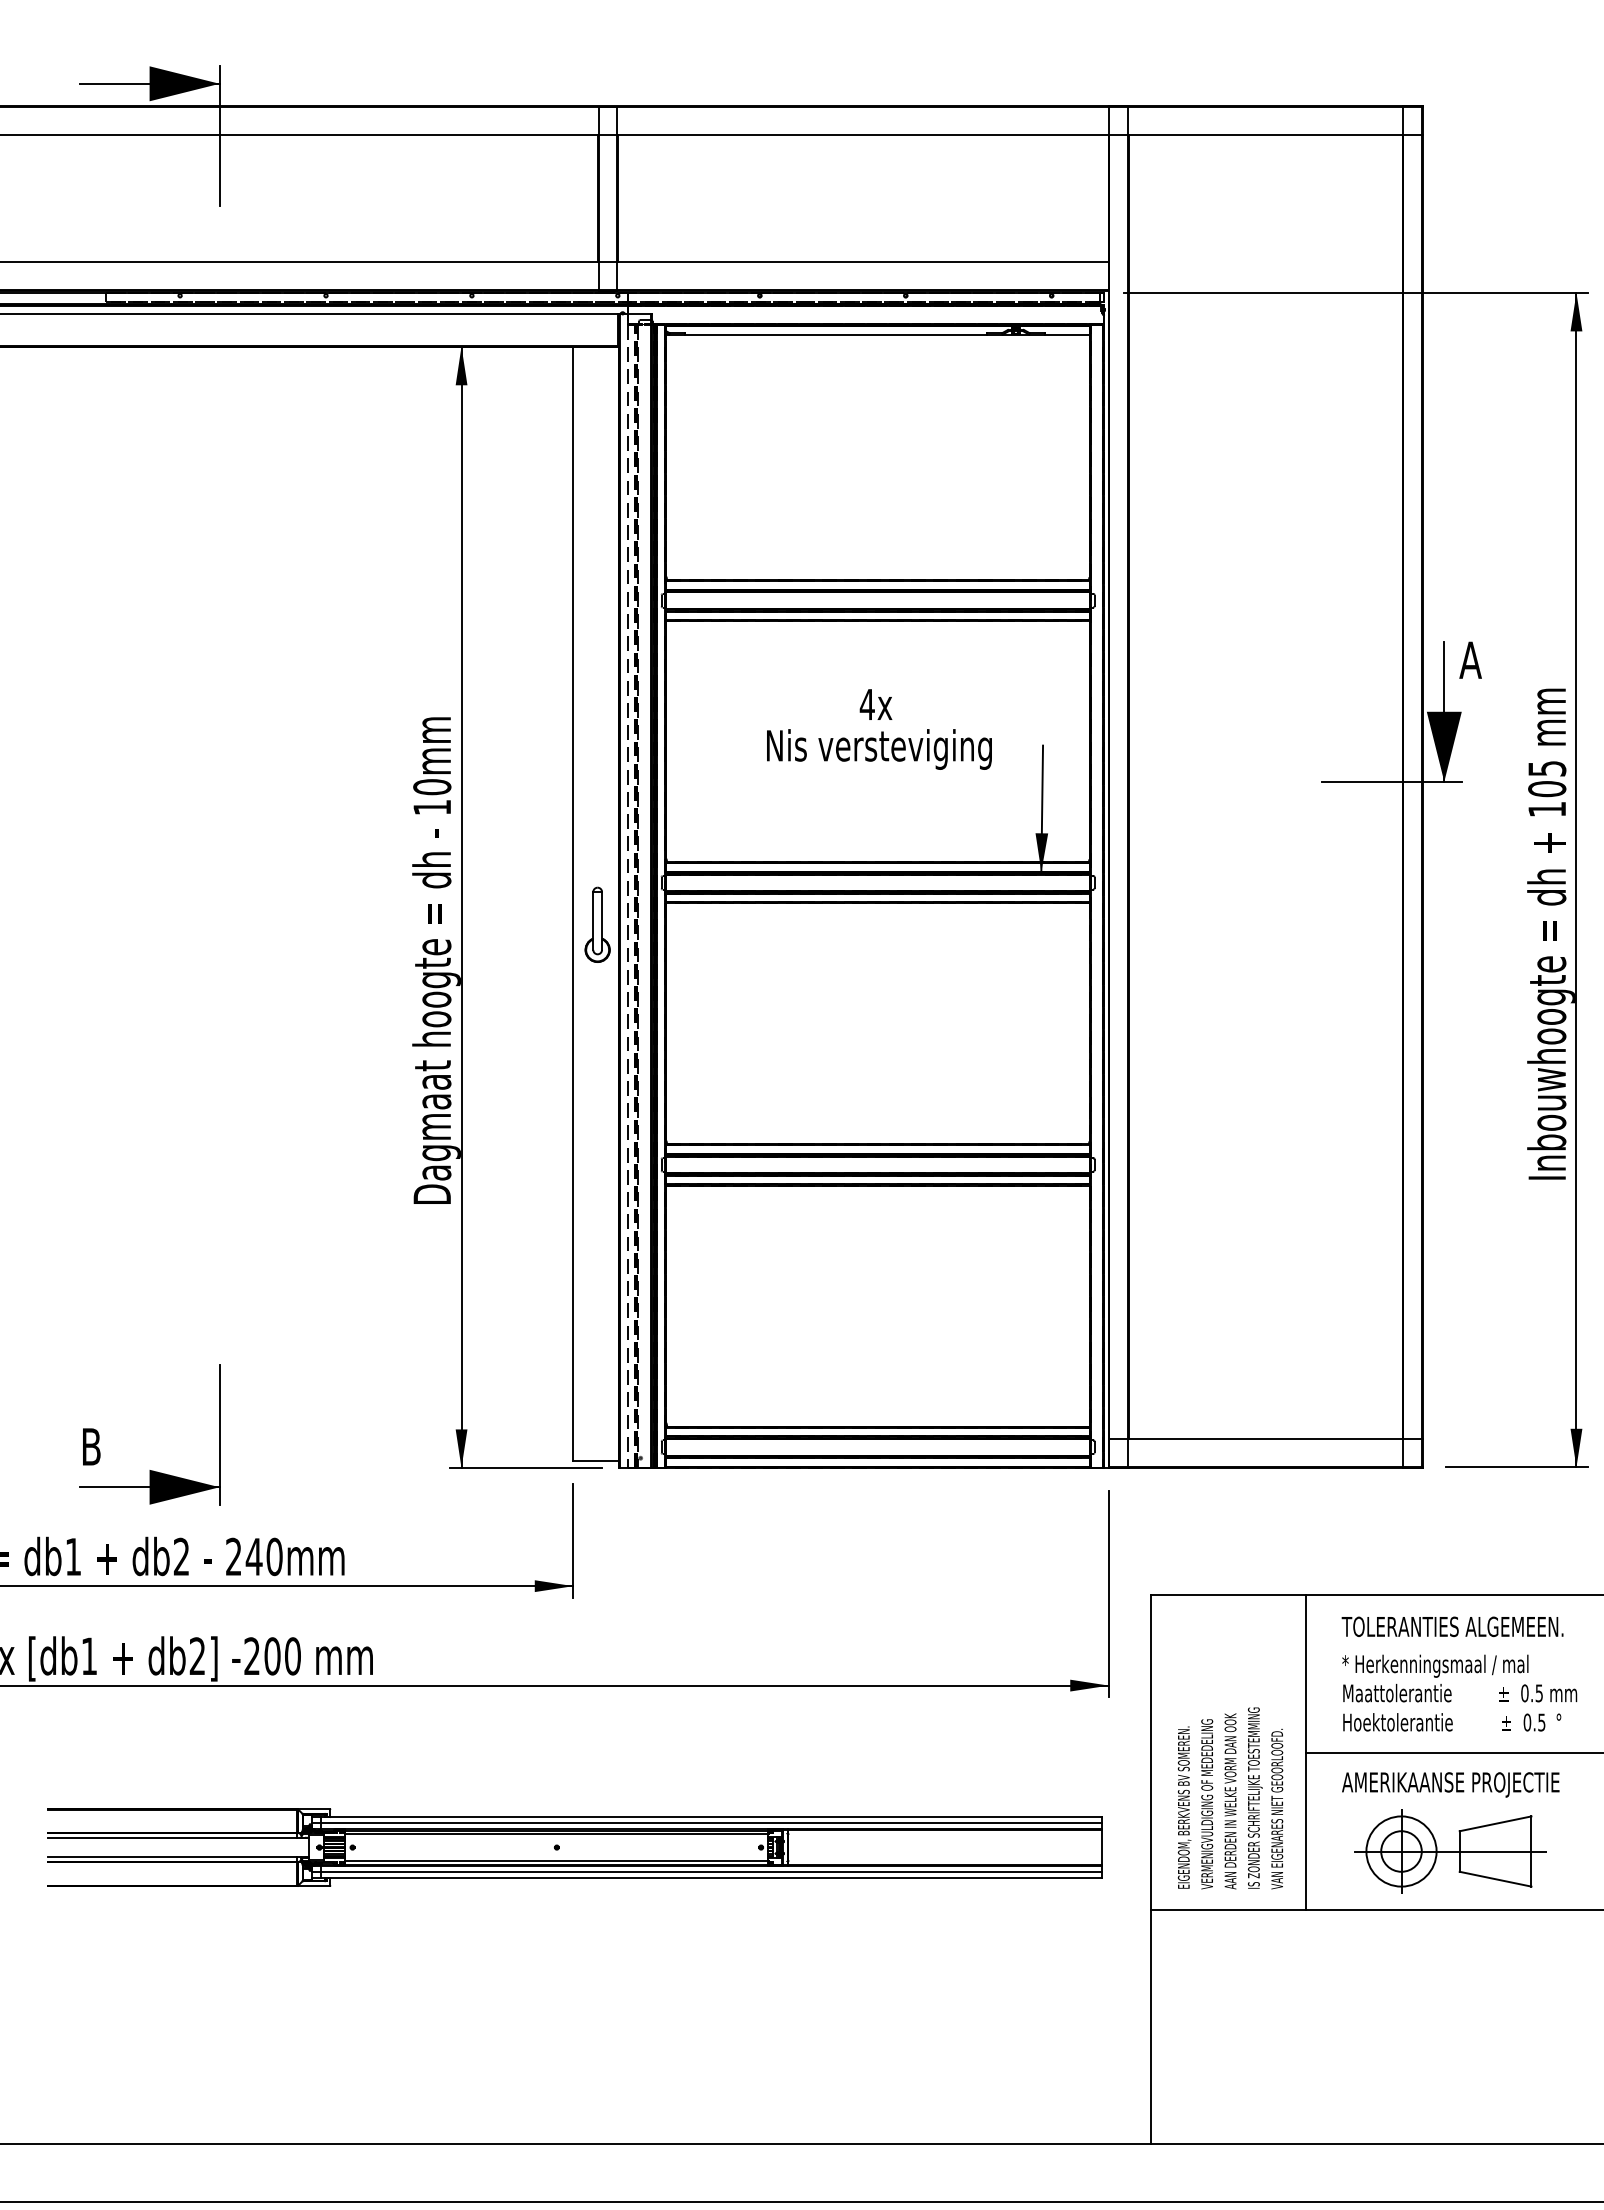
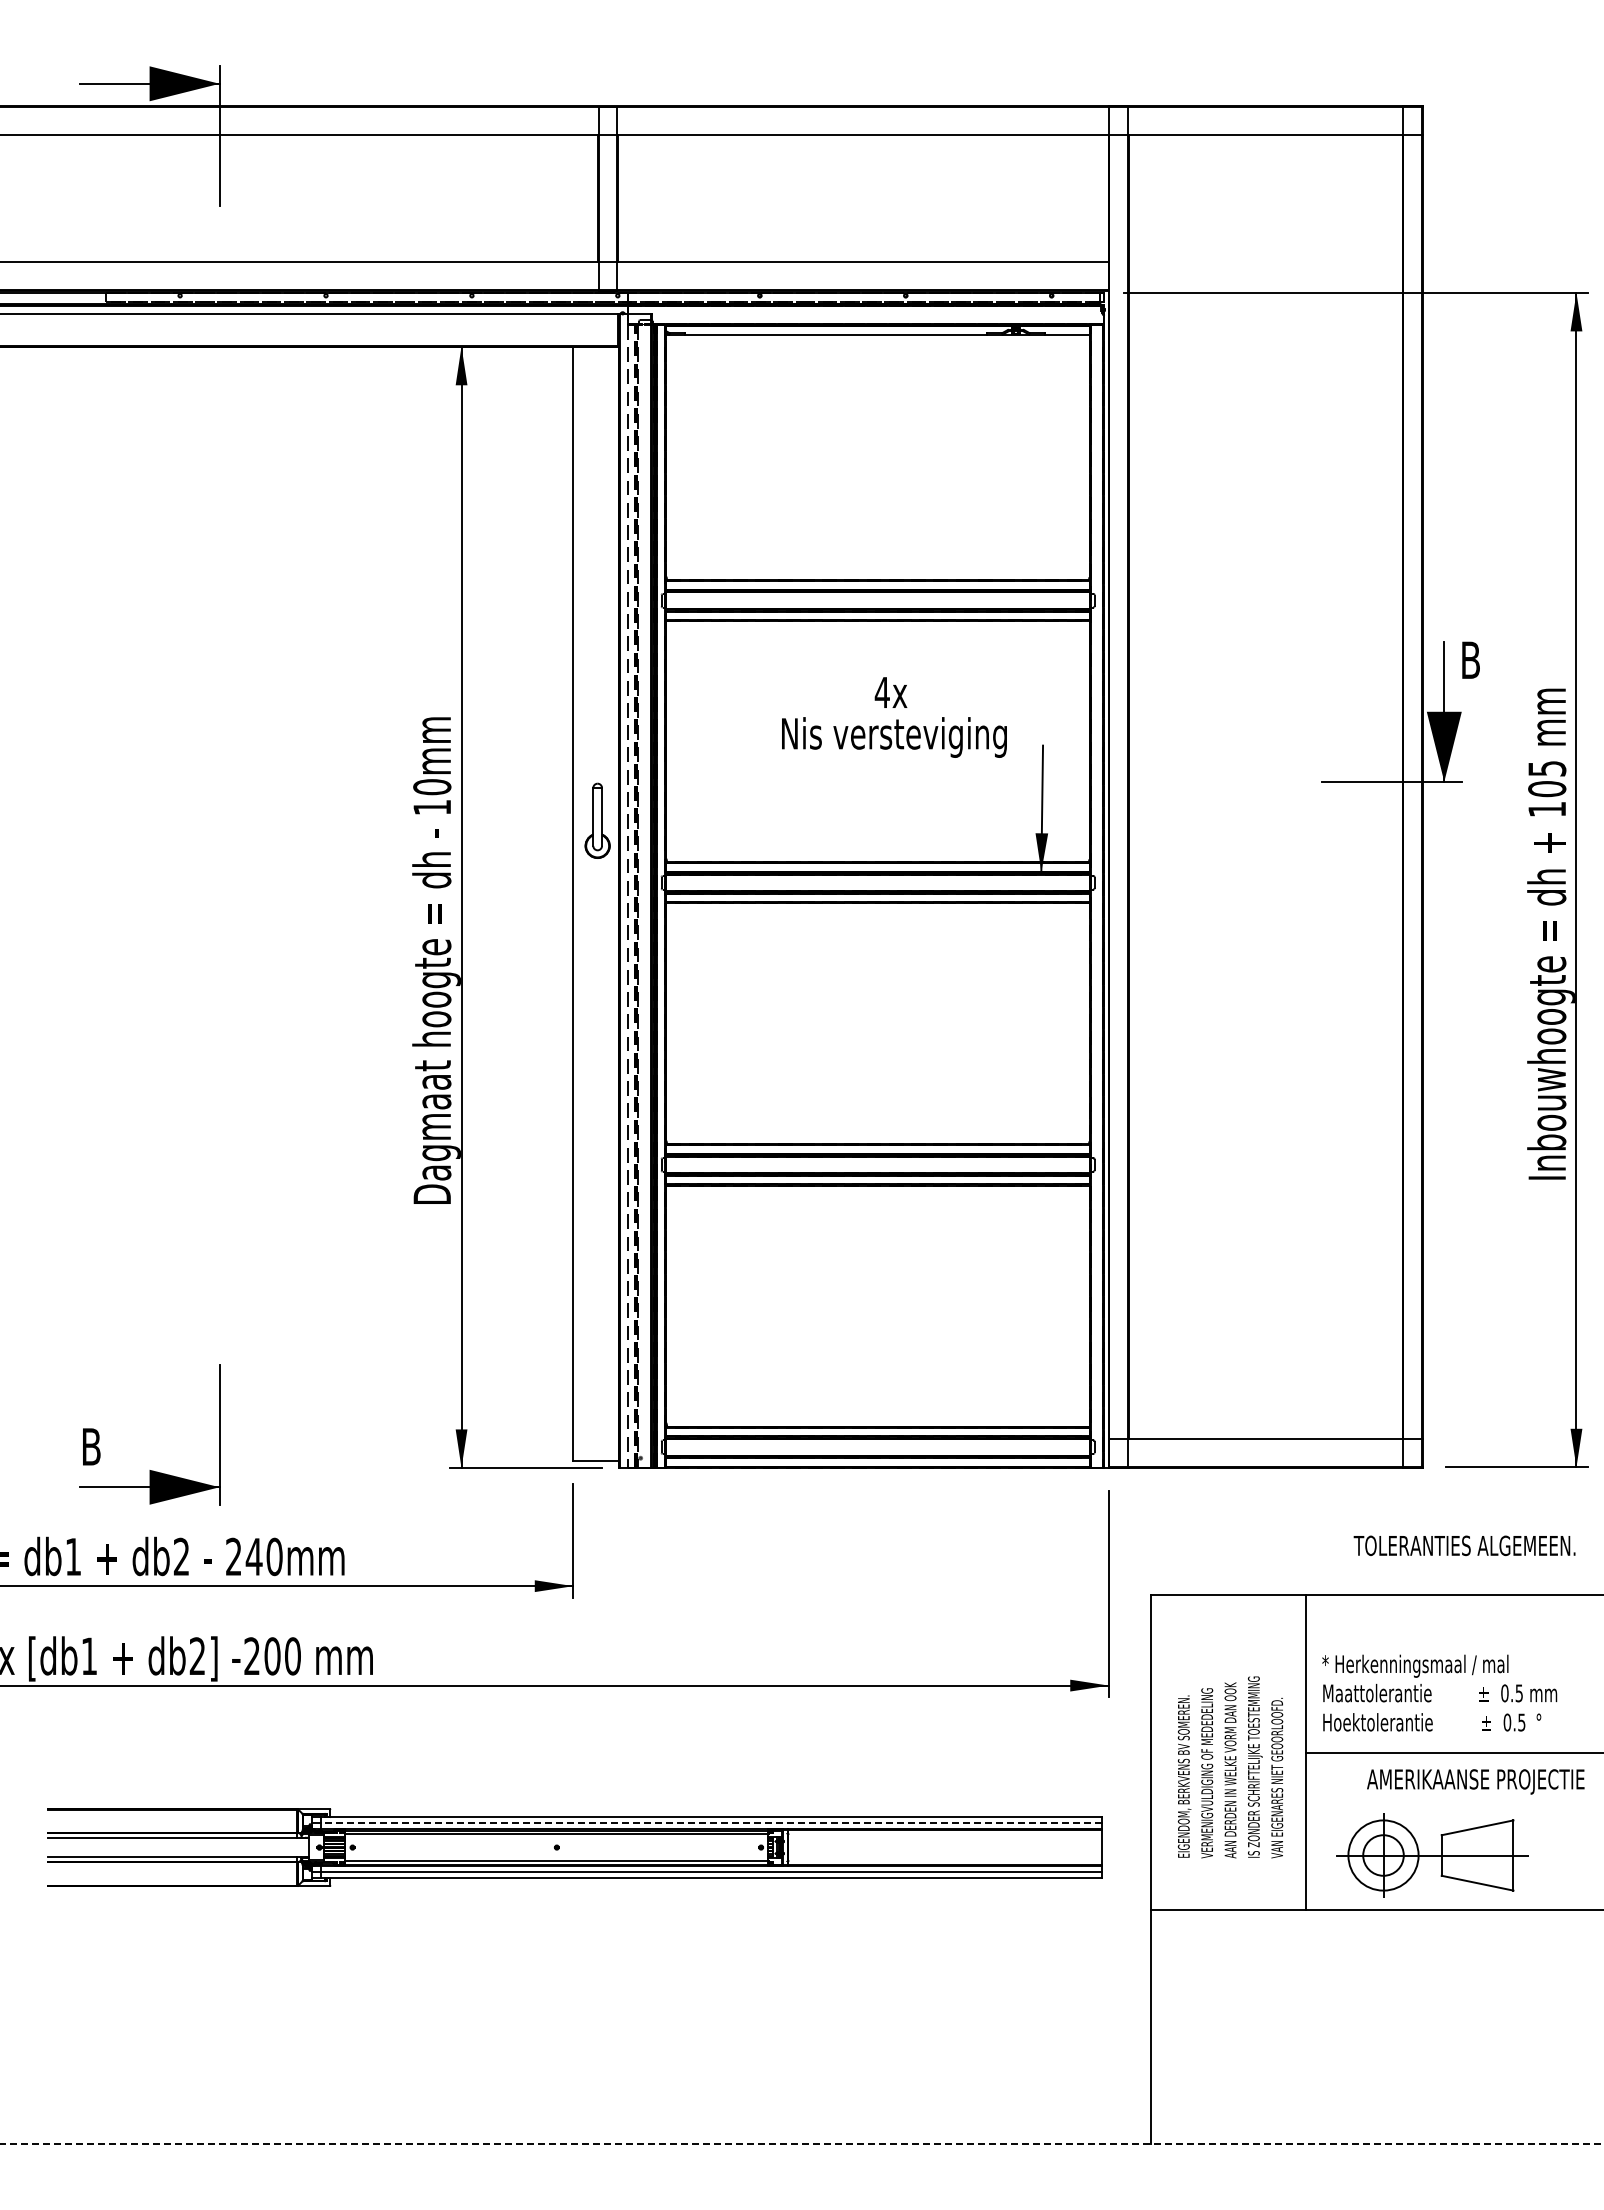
text at (1470, 659): A -> B
text at (879, 729) position: (879, 729) -> (894, 717)
part at (597, 924) position: (597, 924) -> (597, 820)
text at (1452, 1626) position: (1452, 1626) -> (1464, 1545)
text at (1459, 1692) position: (1459, 1692) -> (1439, 1692)
text at (1450, 1784) position: (1450, 1784) -> (1475, 1781)
text at (1230, 1798) position: (1230, 1798) -> (1230, 1767)
line at (710, 1823): solid -> dashed
part at (1450, 1851) position: (1450, 1851) -> (1432, 1855)
line at (802, 2143): solid -> dashed
line at (801, 2202): present -> none
